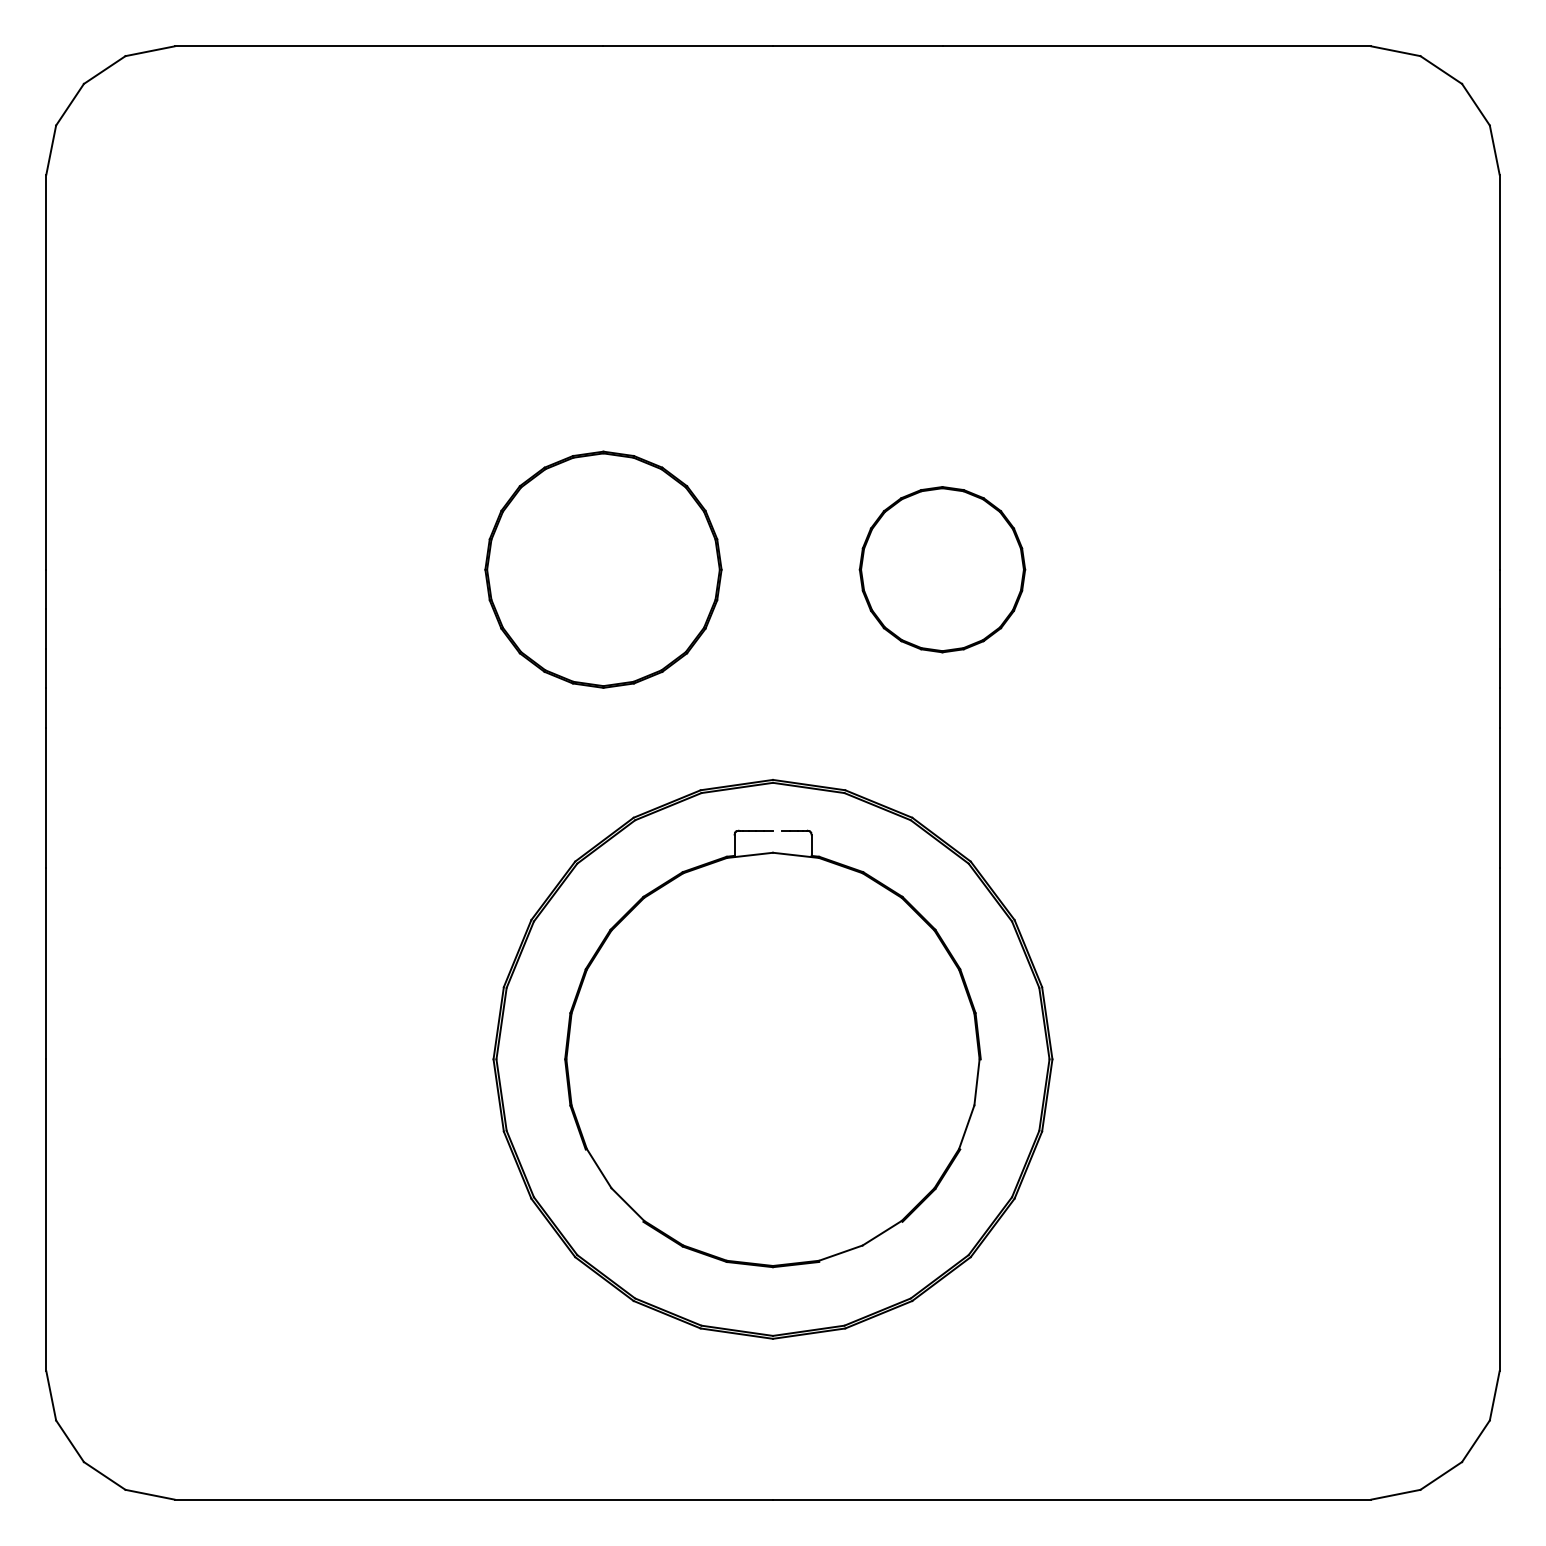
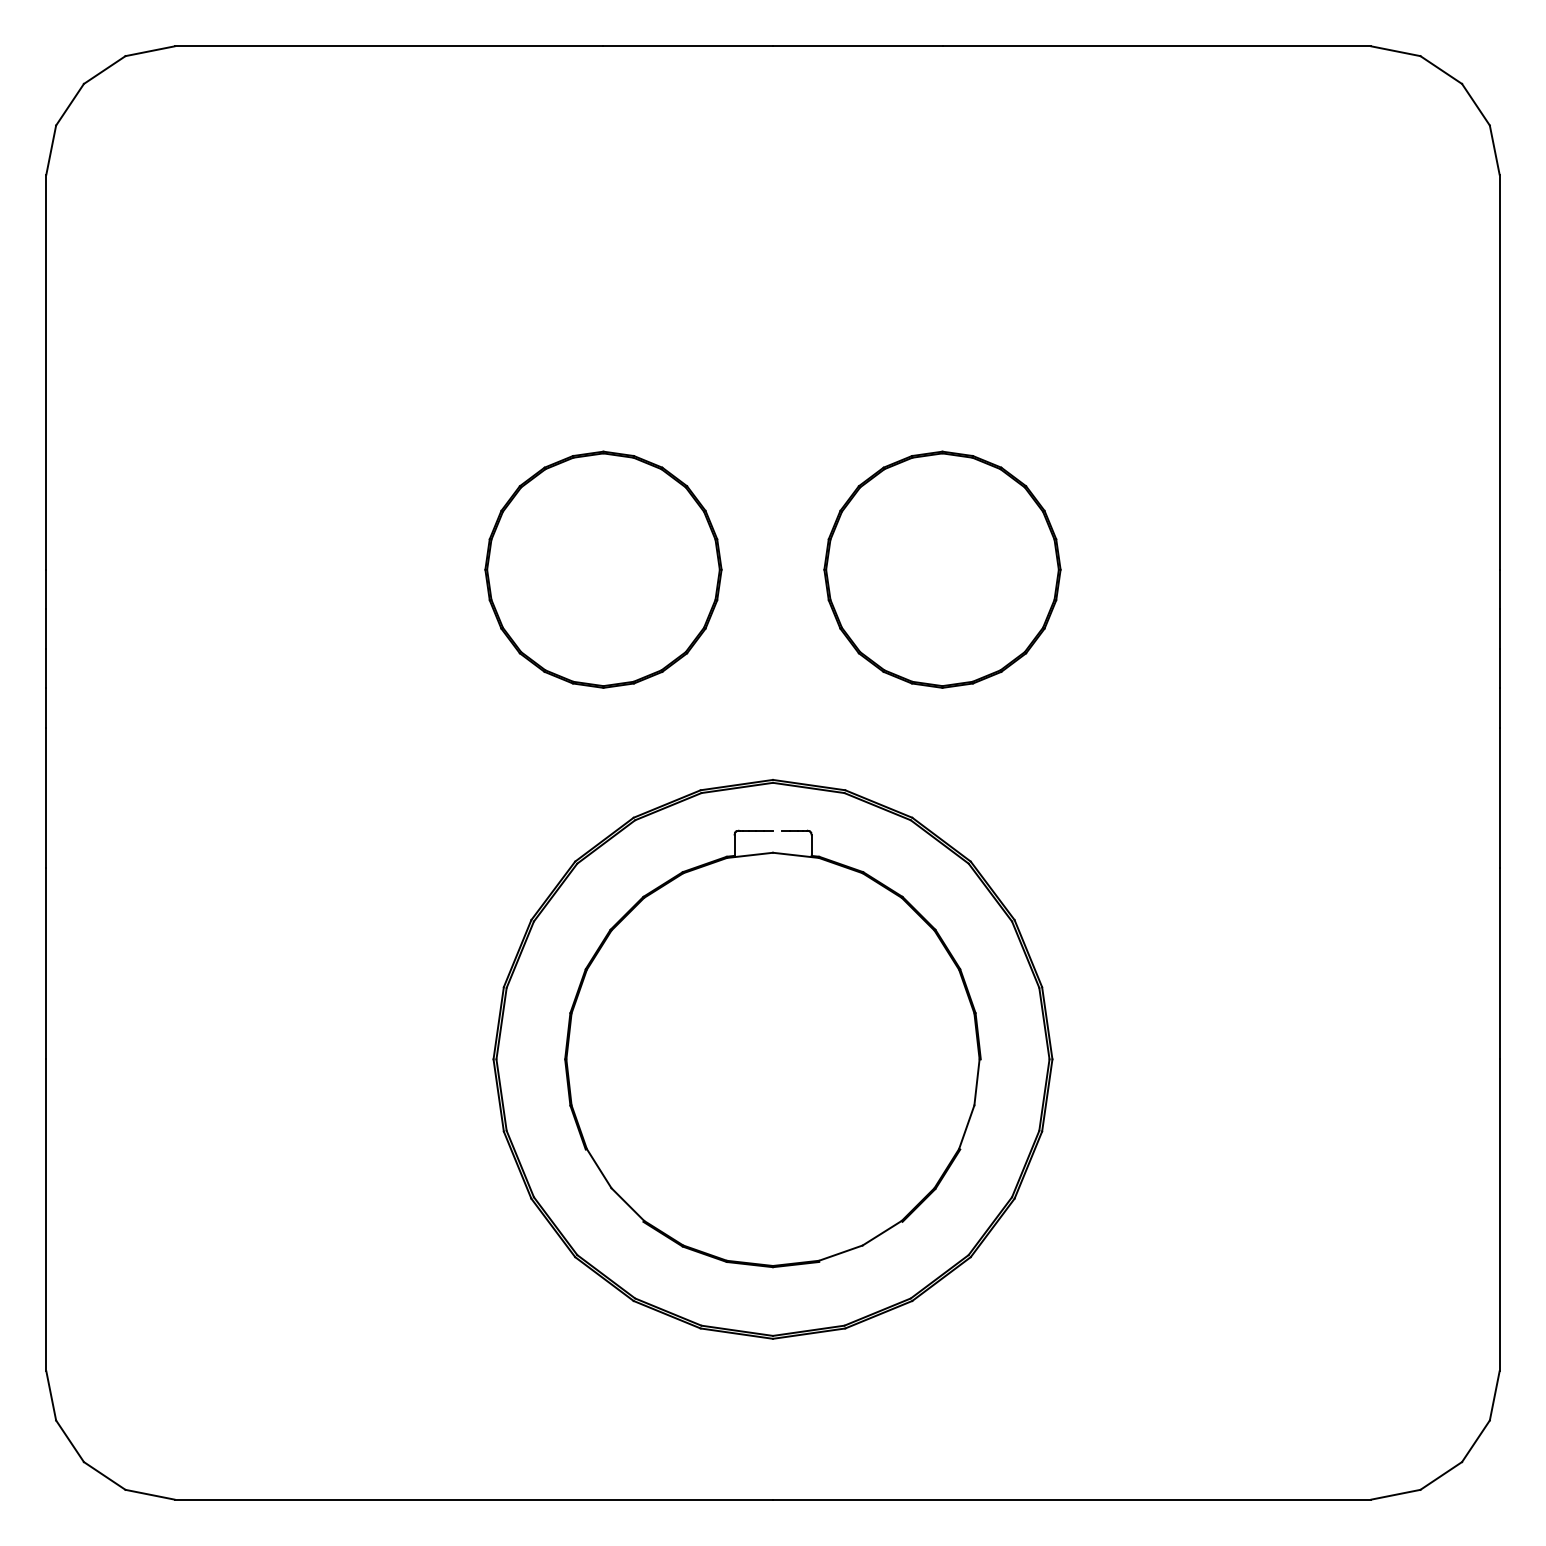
part at (942, 569) size: 169x168 px -> 239x239 px
